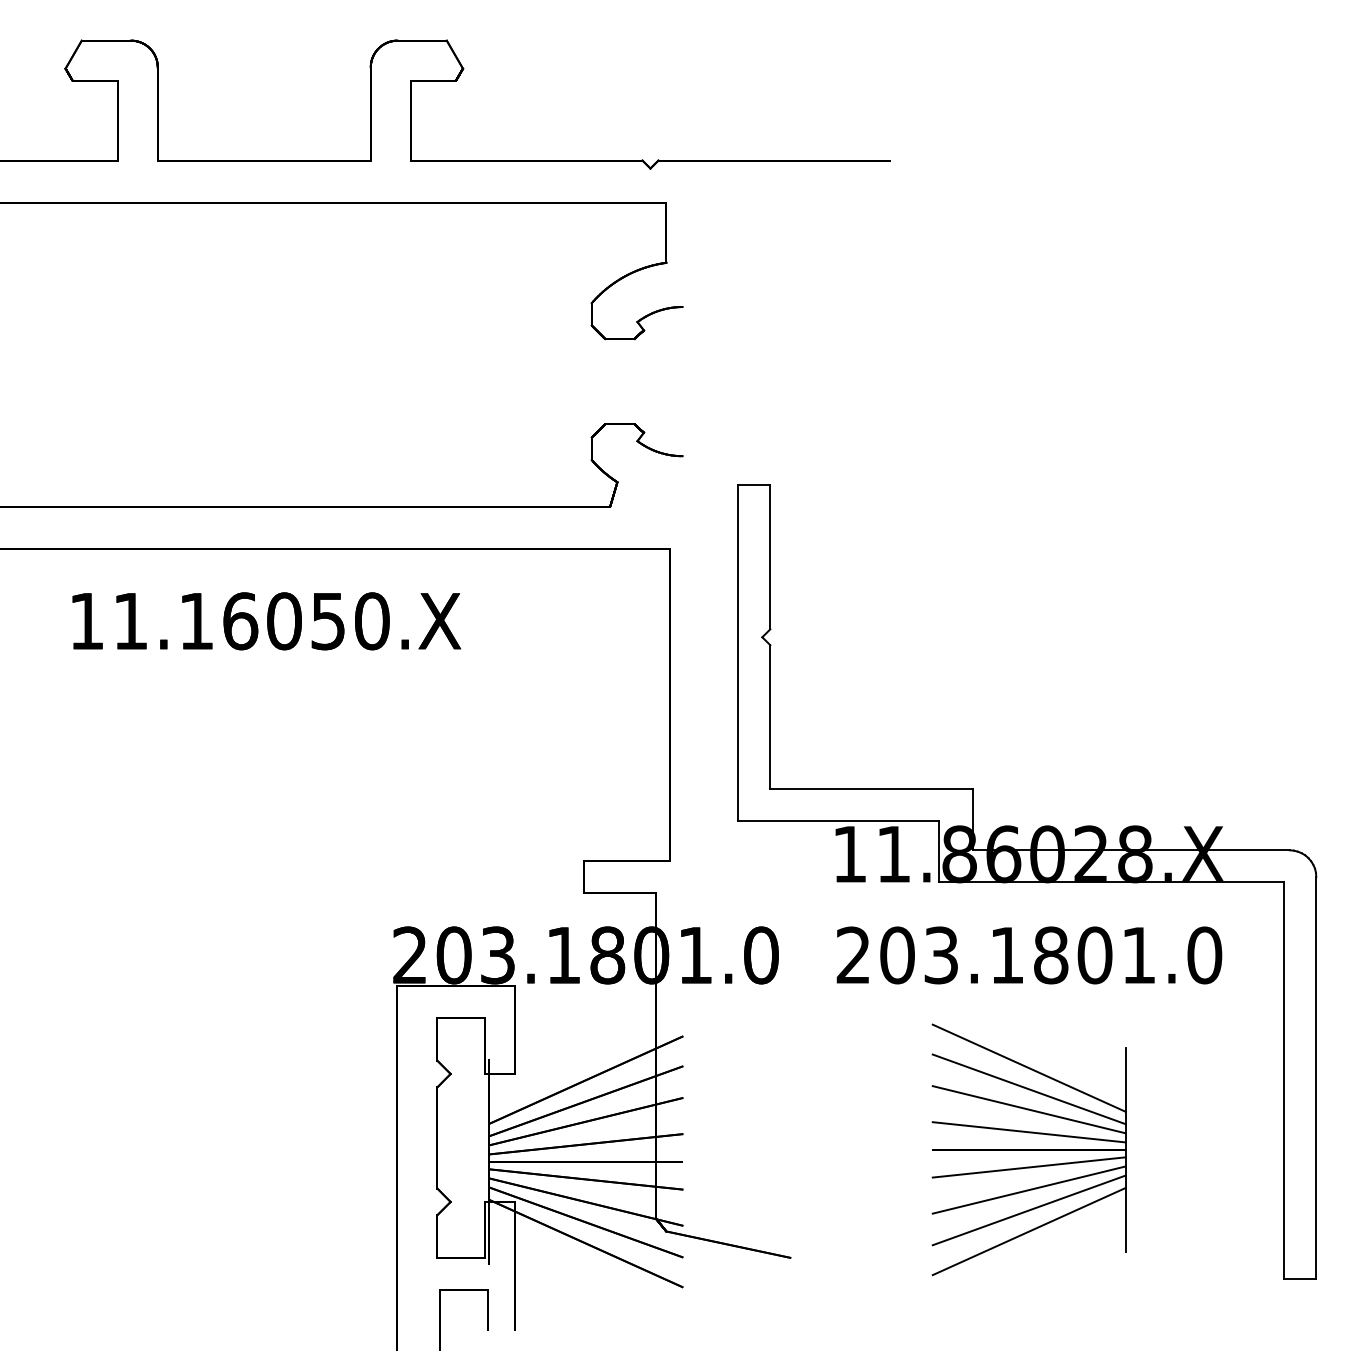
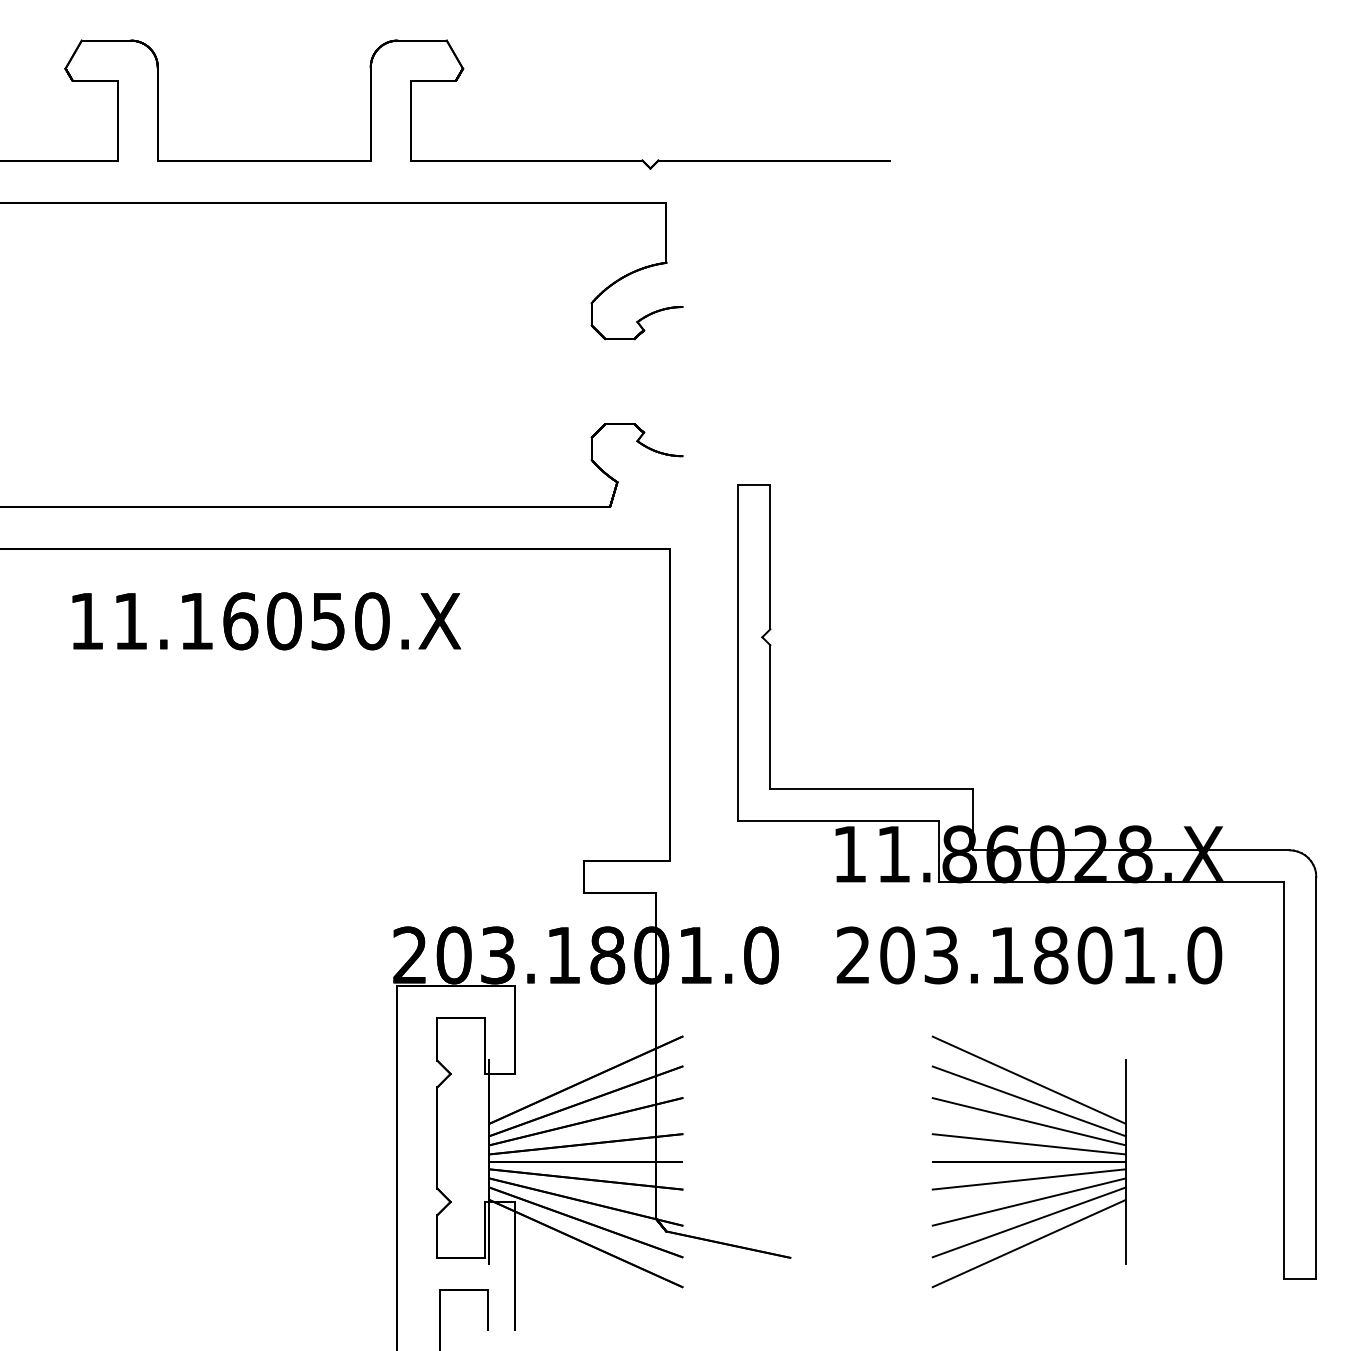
part at (1028, 1149) position: (1028, 1149) -> (1028, 1161)
